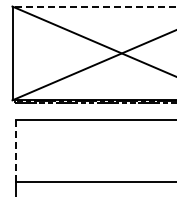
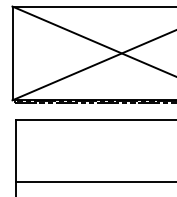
line at (94, 6): dashed -> solid
line at (15, 150): dashed -> solid
